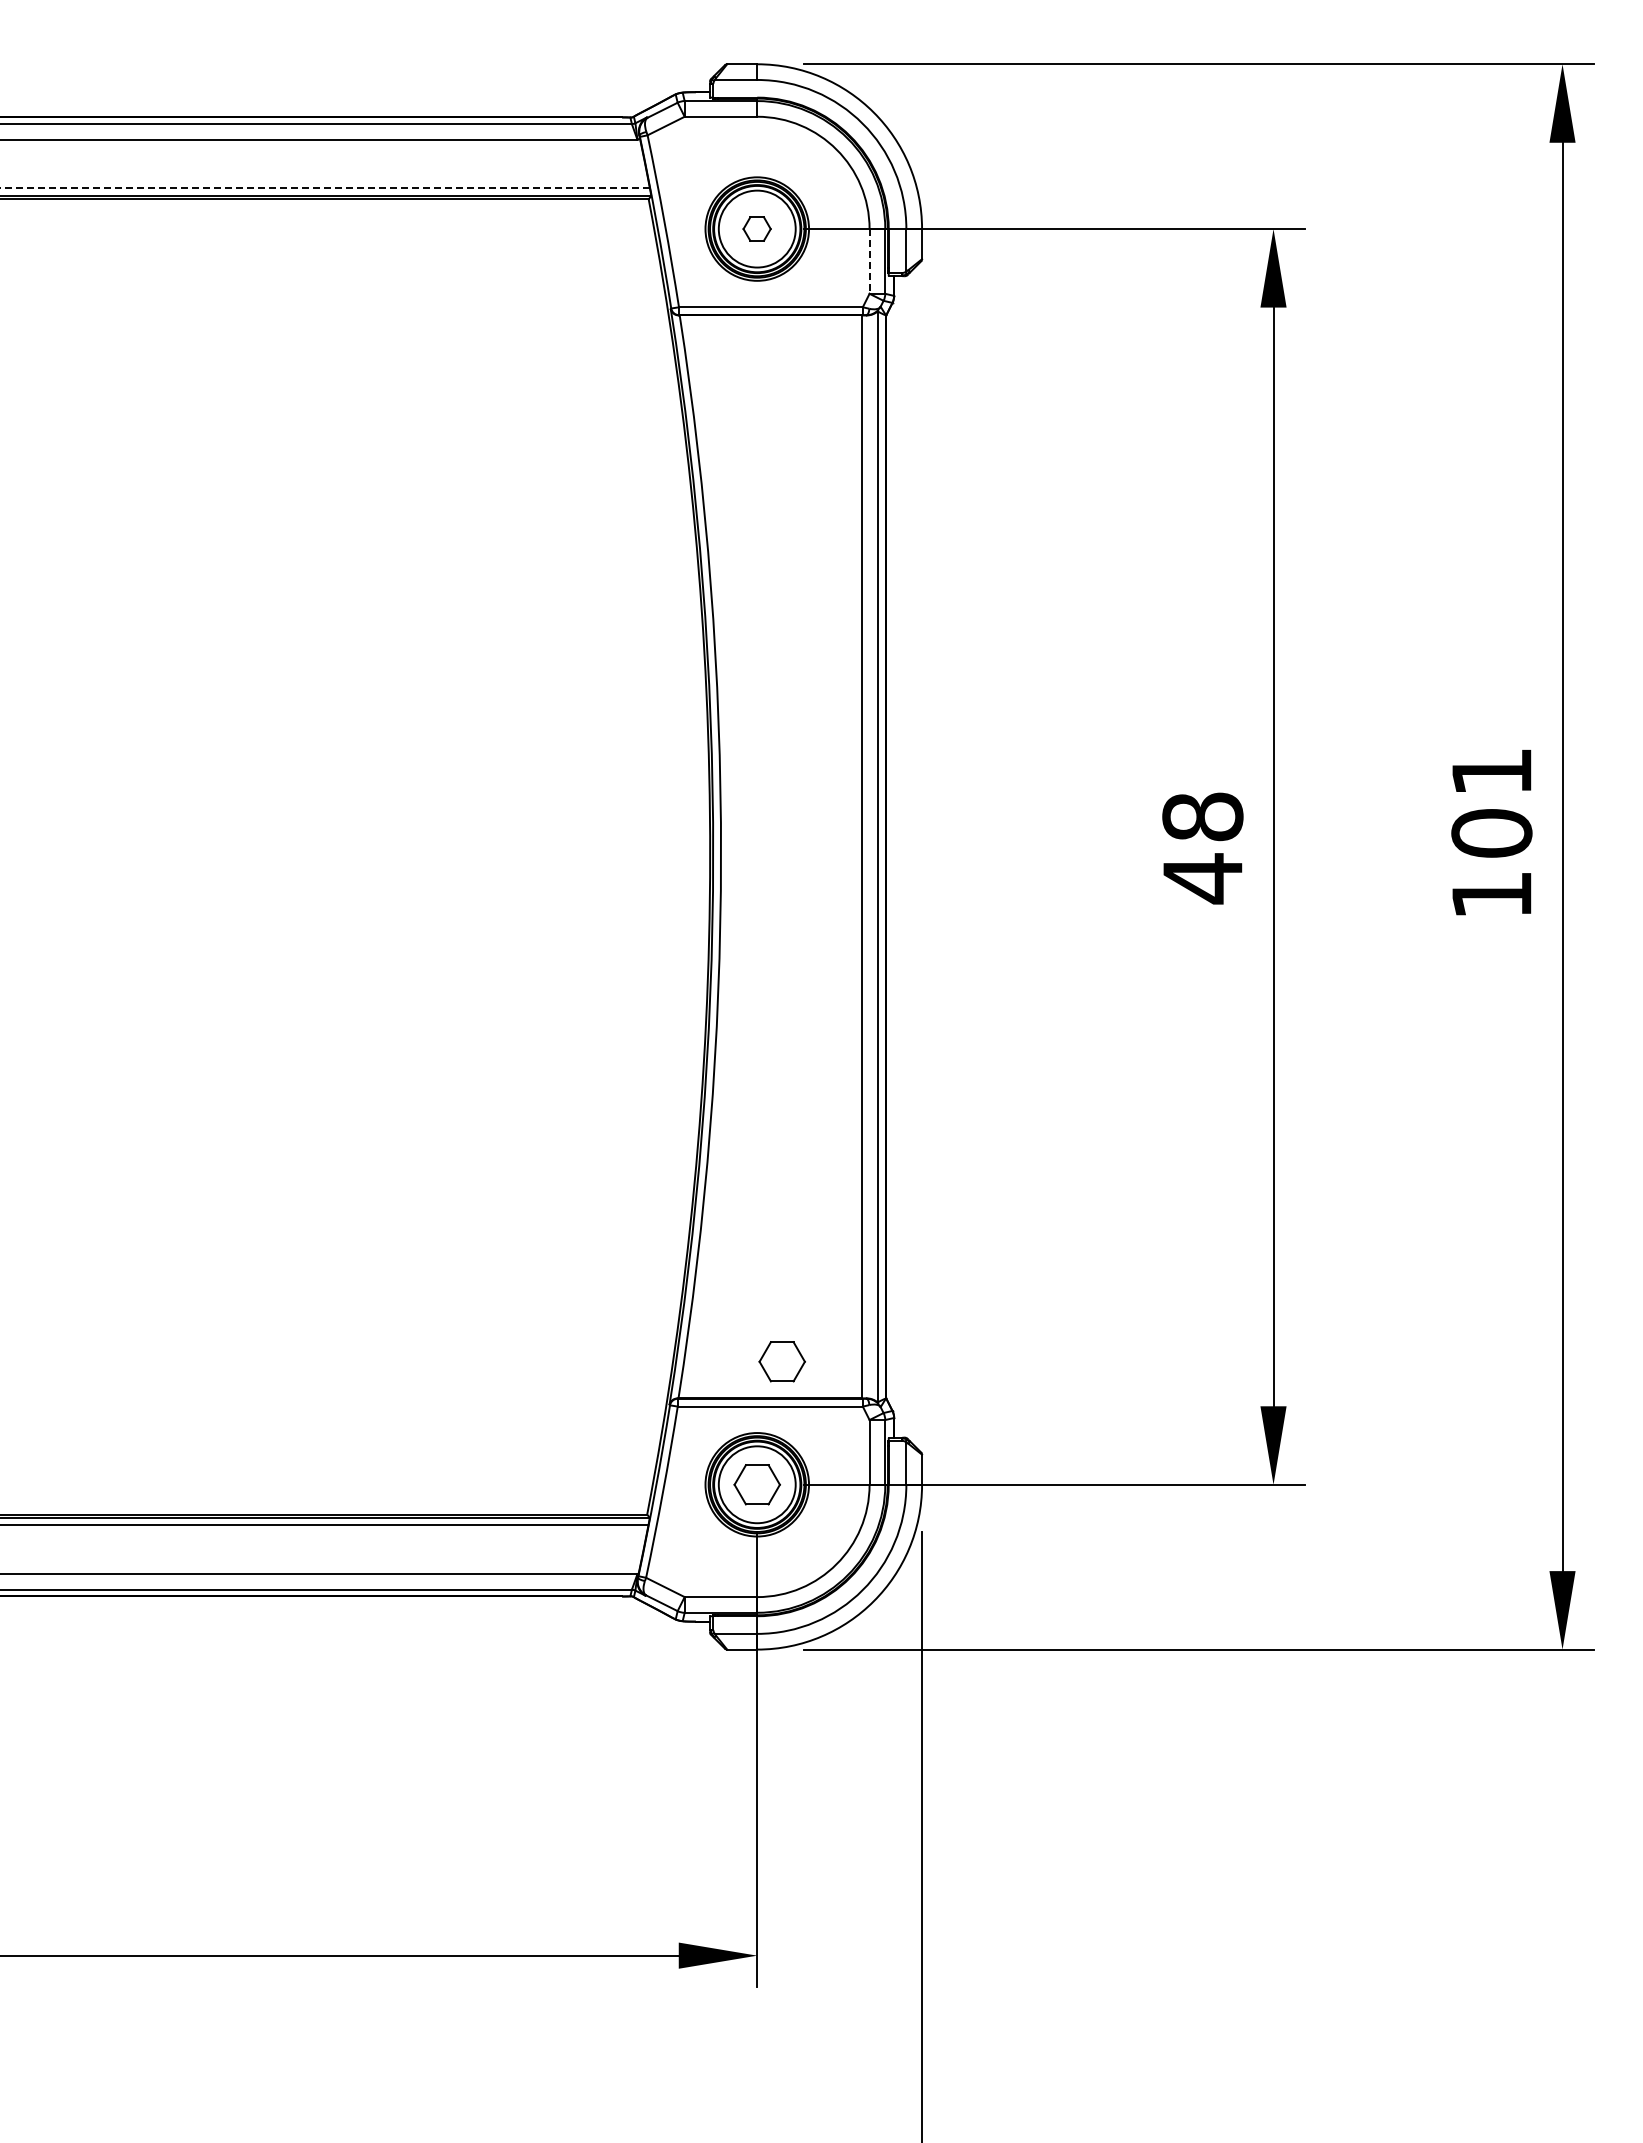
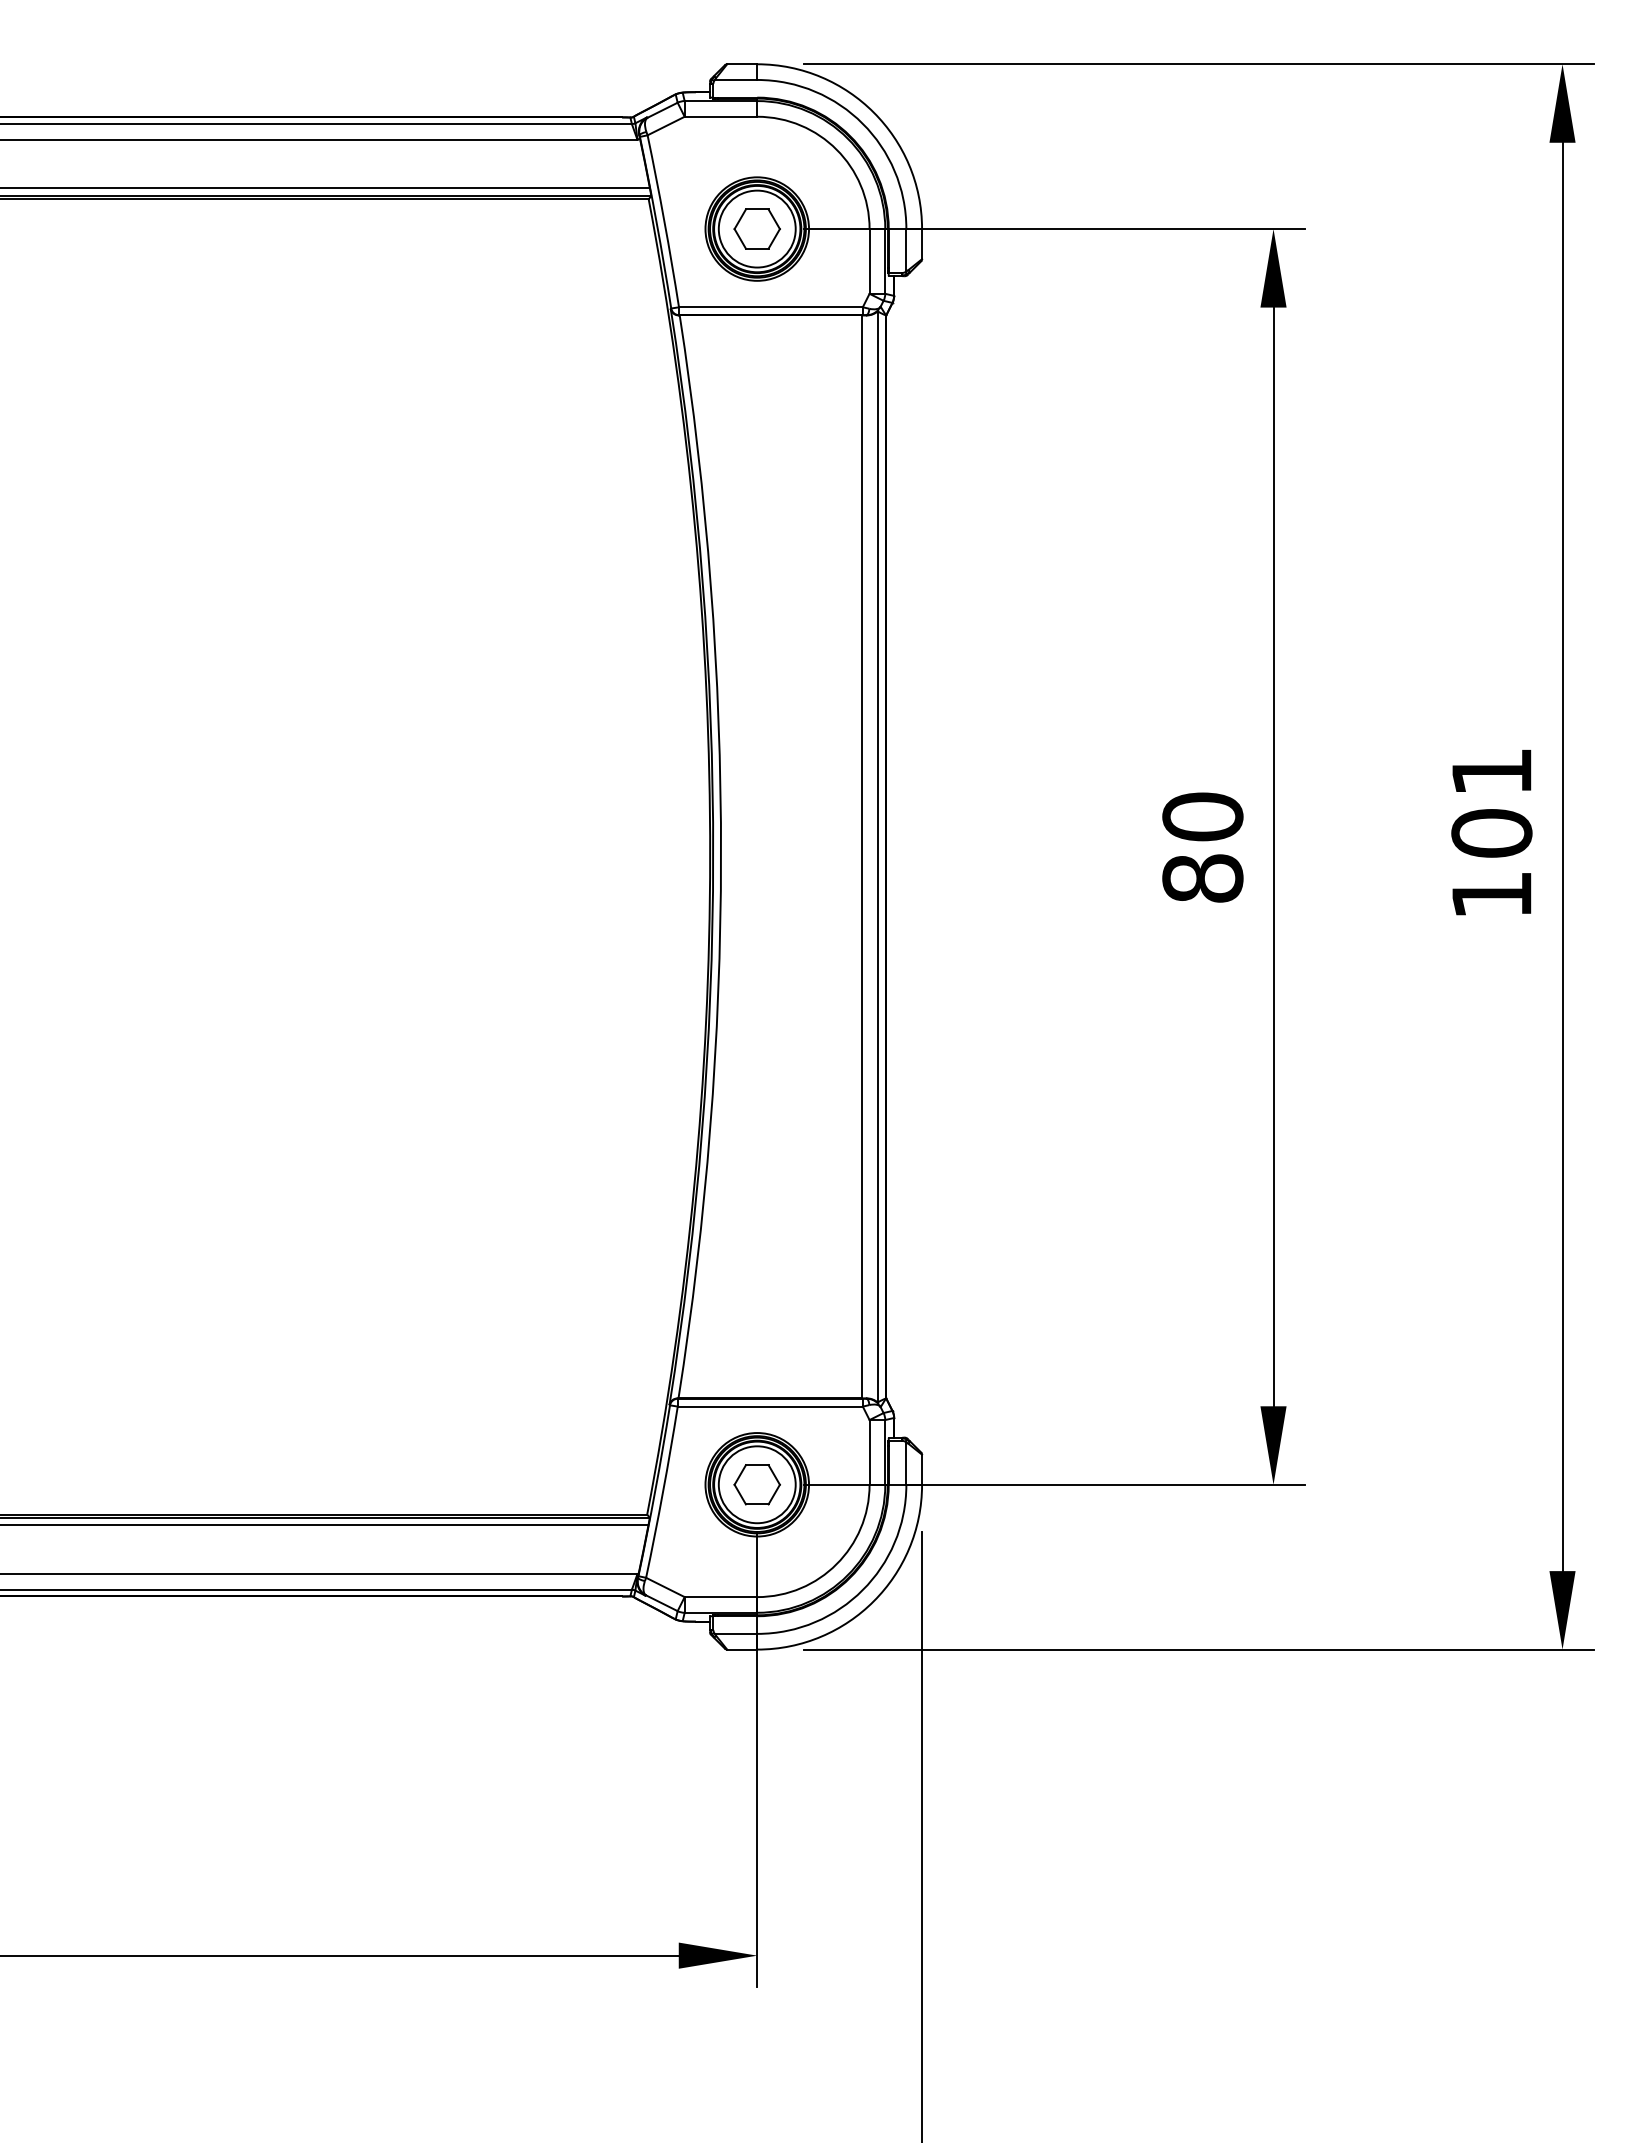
line at (324, 188): dashed -> solid
part at (756, 228) size: 30x26 px -> 48x42 px
line at (869, 261): dashed -> solid
text at (1202, 848): 48 -> 80
part at (781, 1361): present -> none
